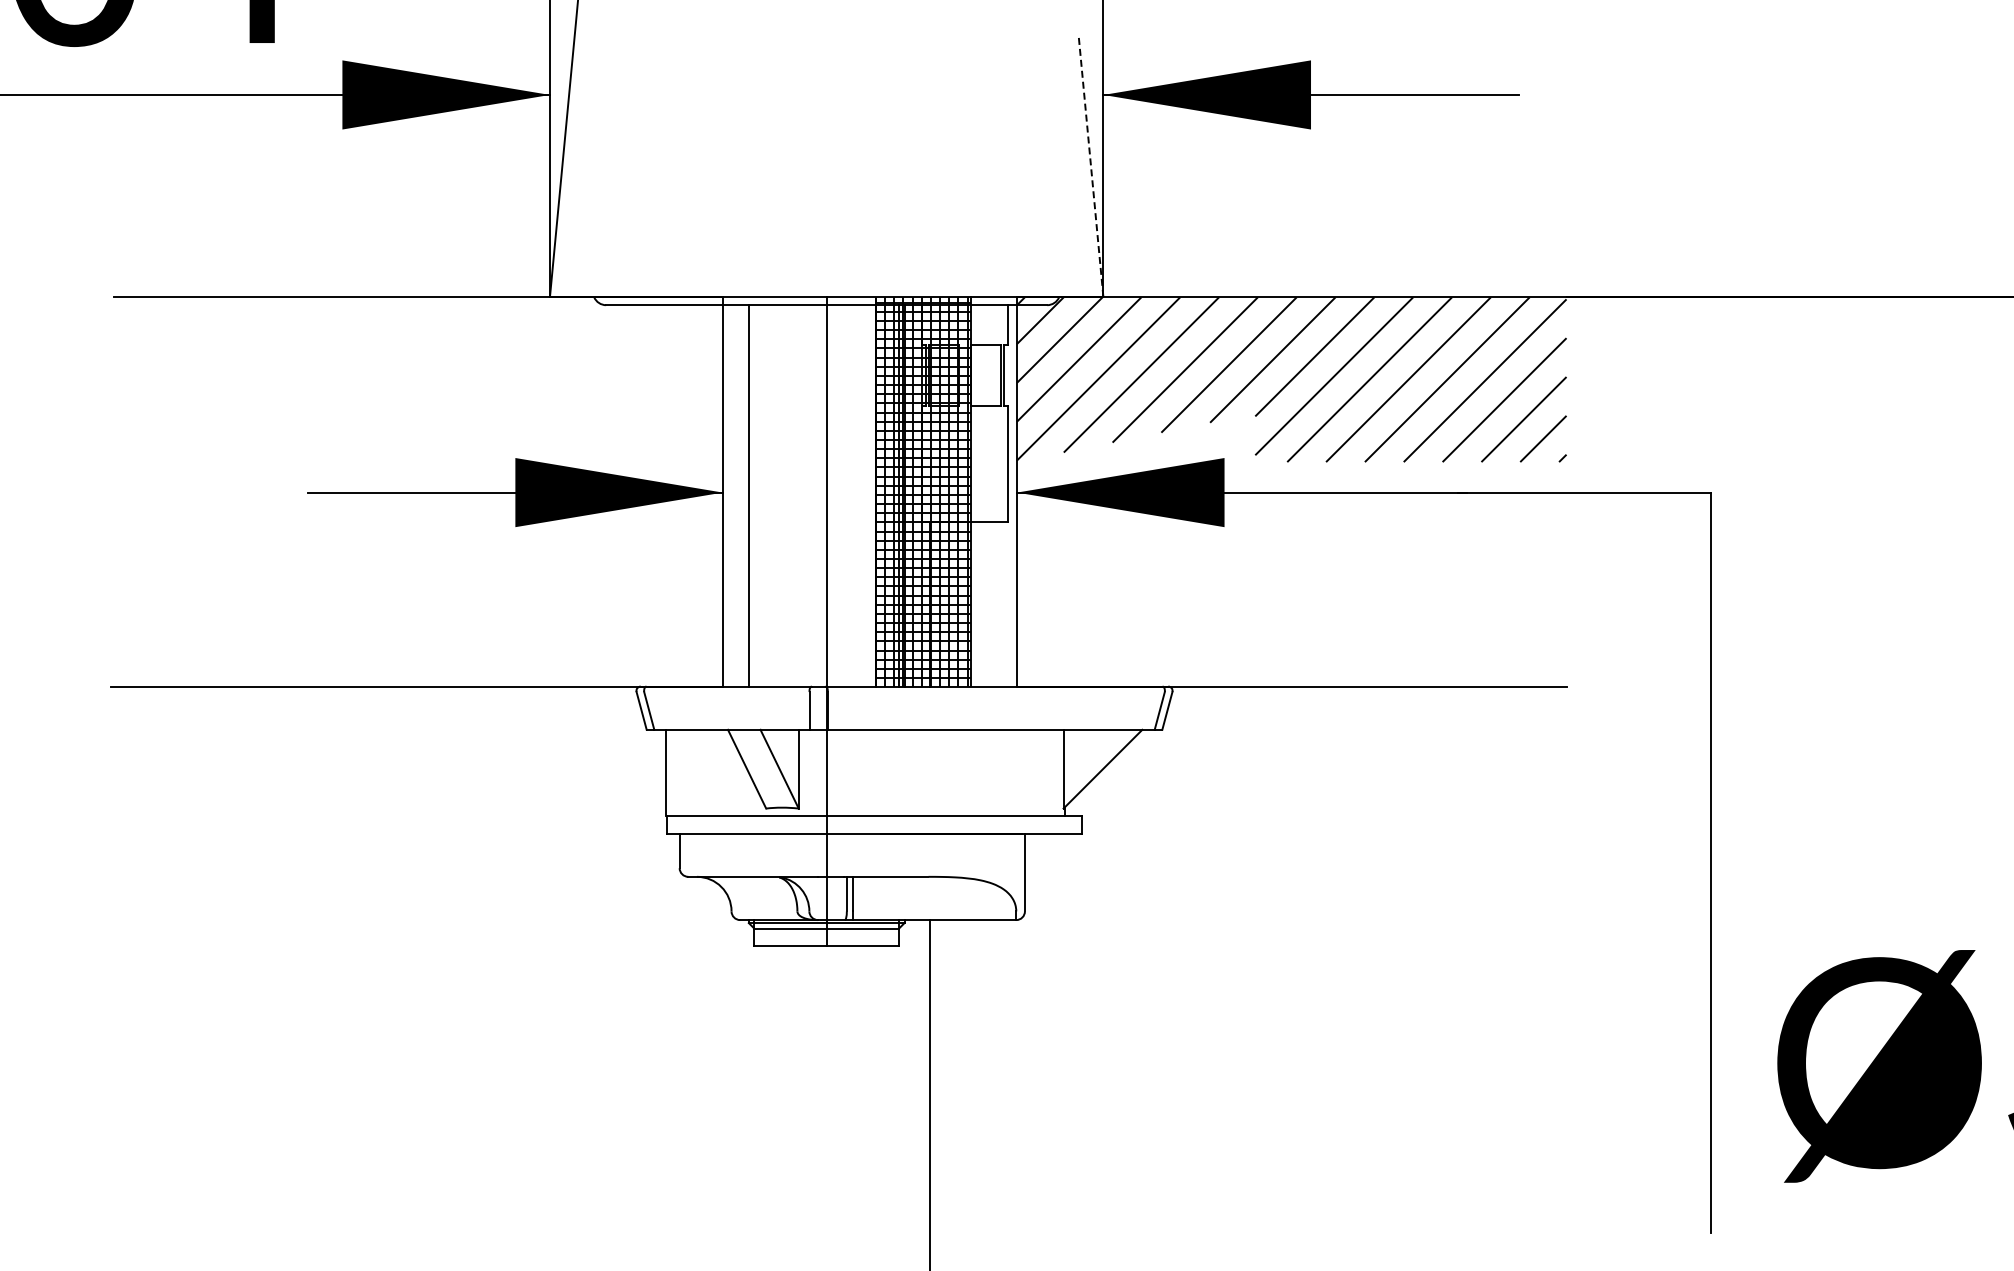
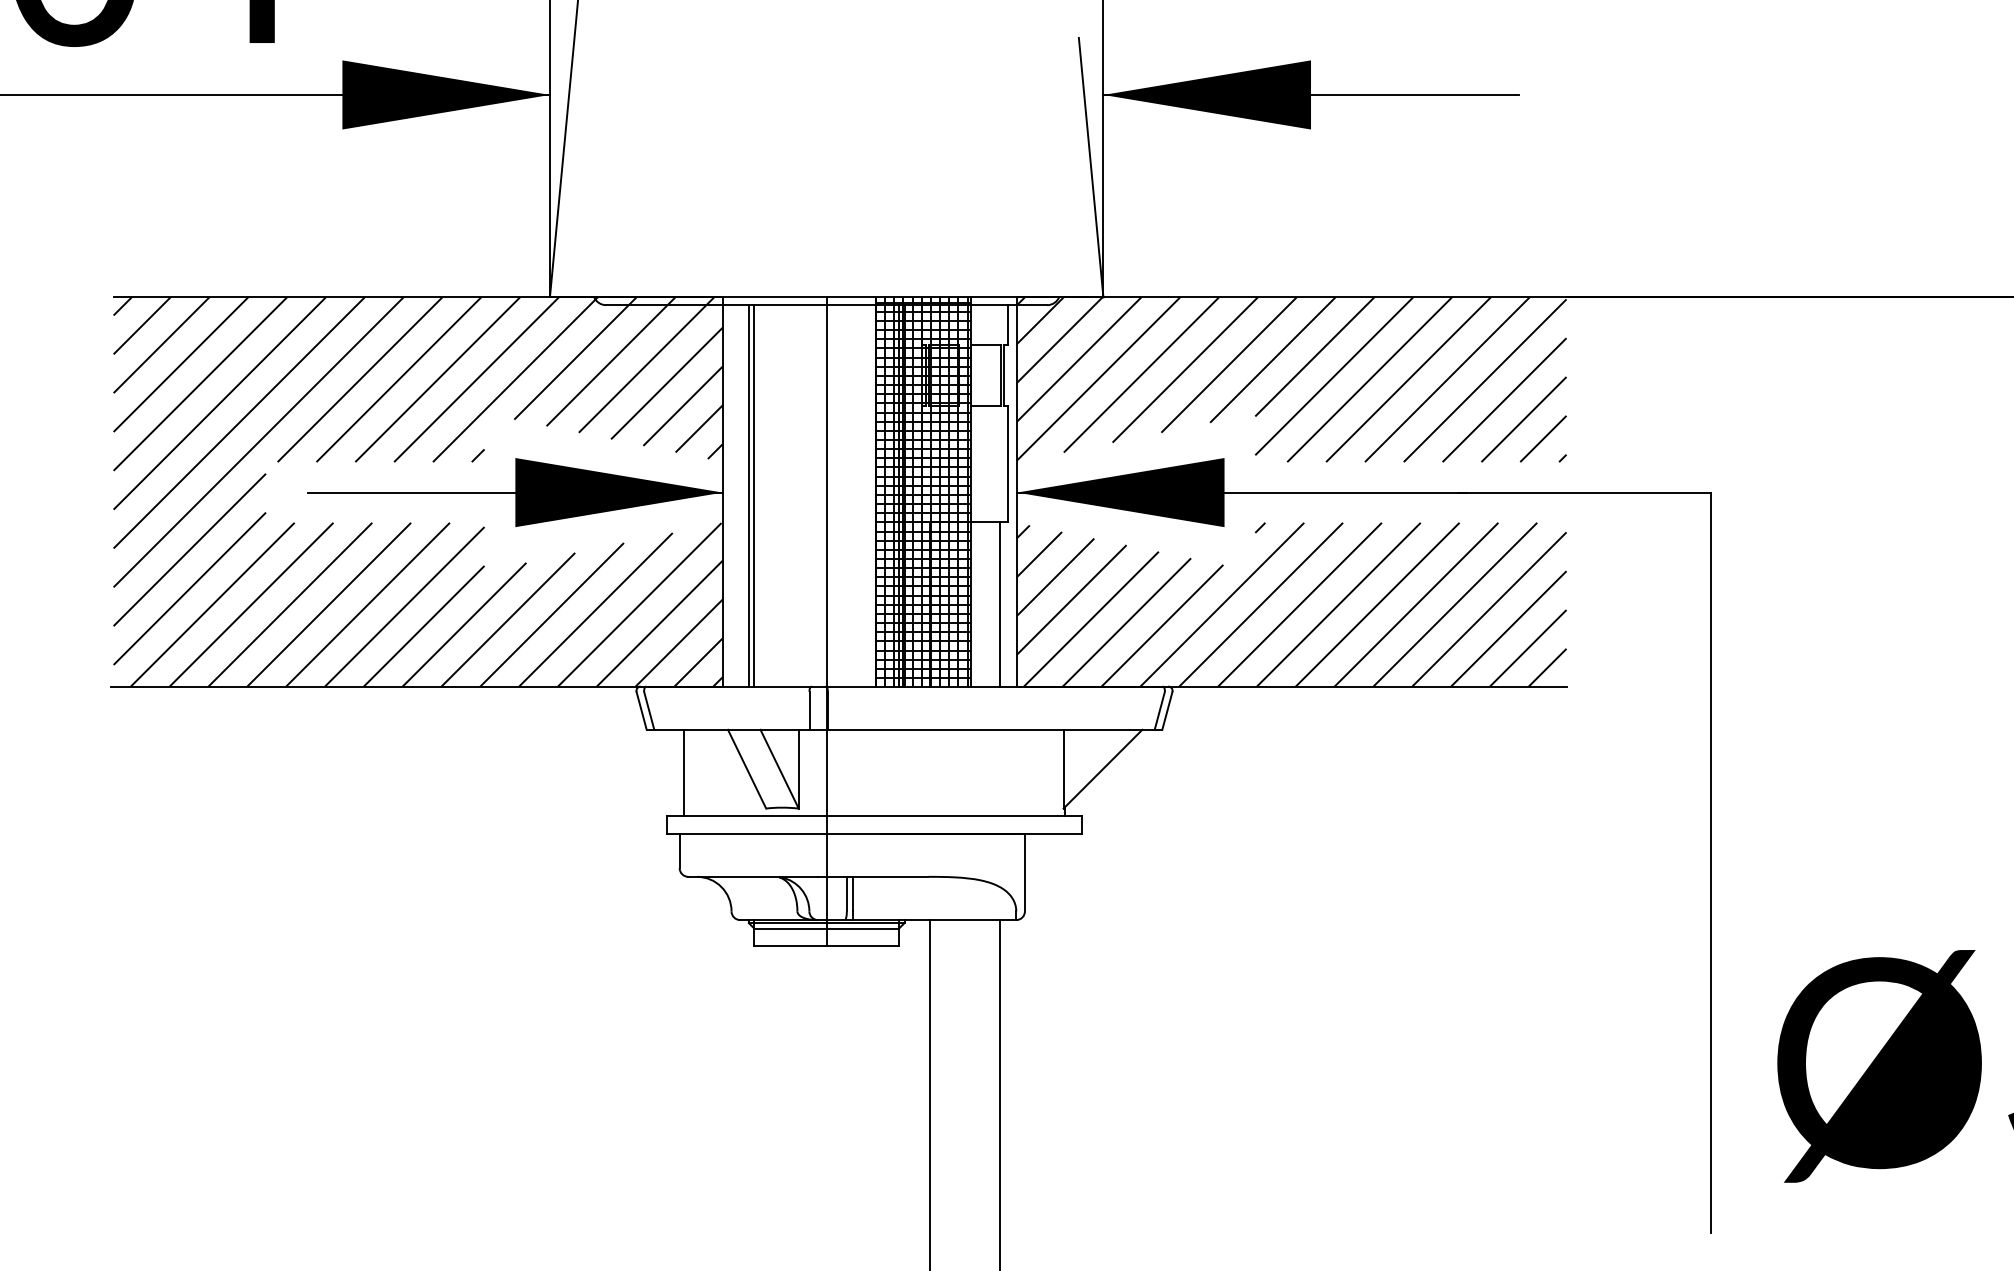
line at (1091, 168): dashed -> solid
hatch at (417, 491): none -> present
line at (754, 495): none -> present
line at (999, 604): none -> present
hatch at (1291, 604): none -> present
line at (665, 772) position: (665, 772) -> (683, 772)
line at (999, 1093): none -> present
